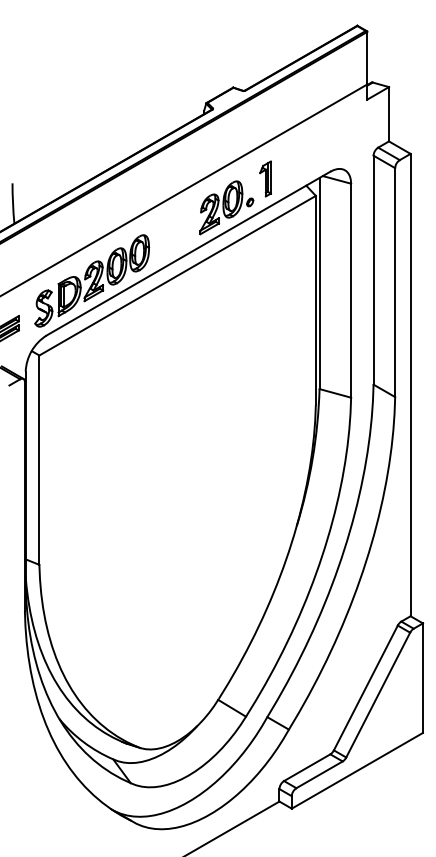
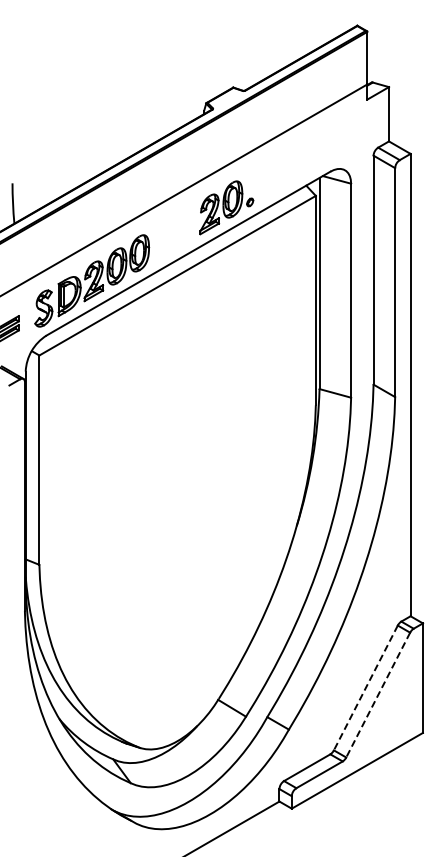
part at (265, 178): present -> none
line at (365, 688): solid -> dashed
line at (377, 695): solid -> dashed
